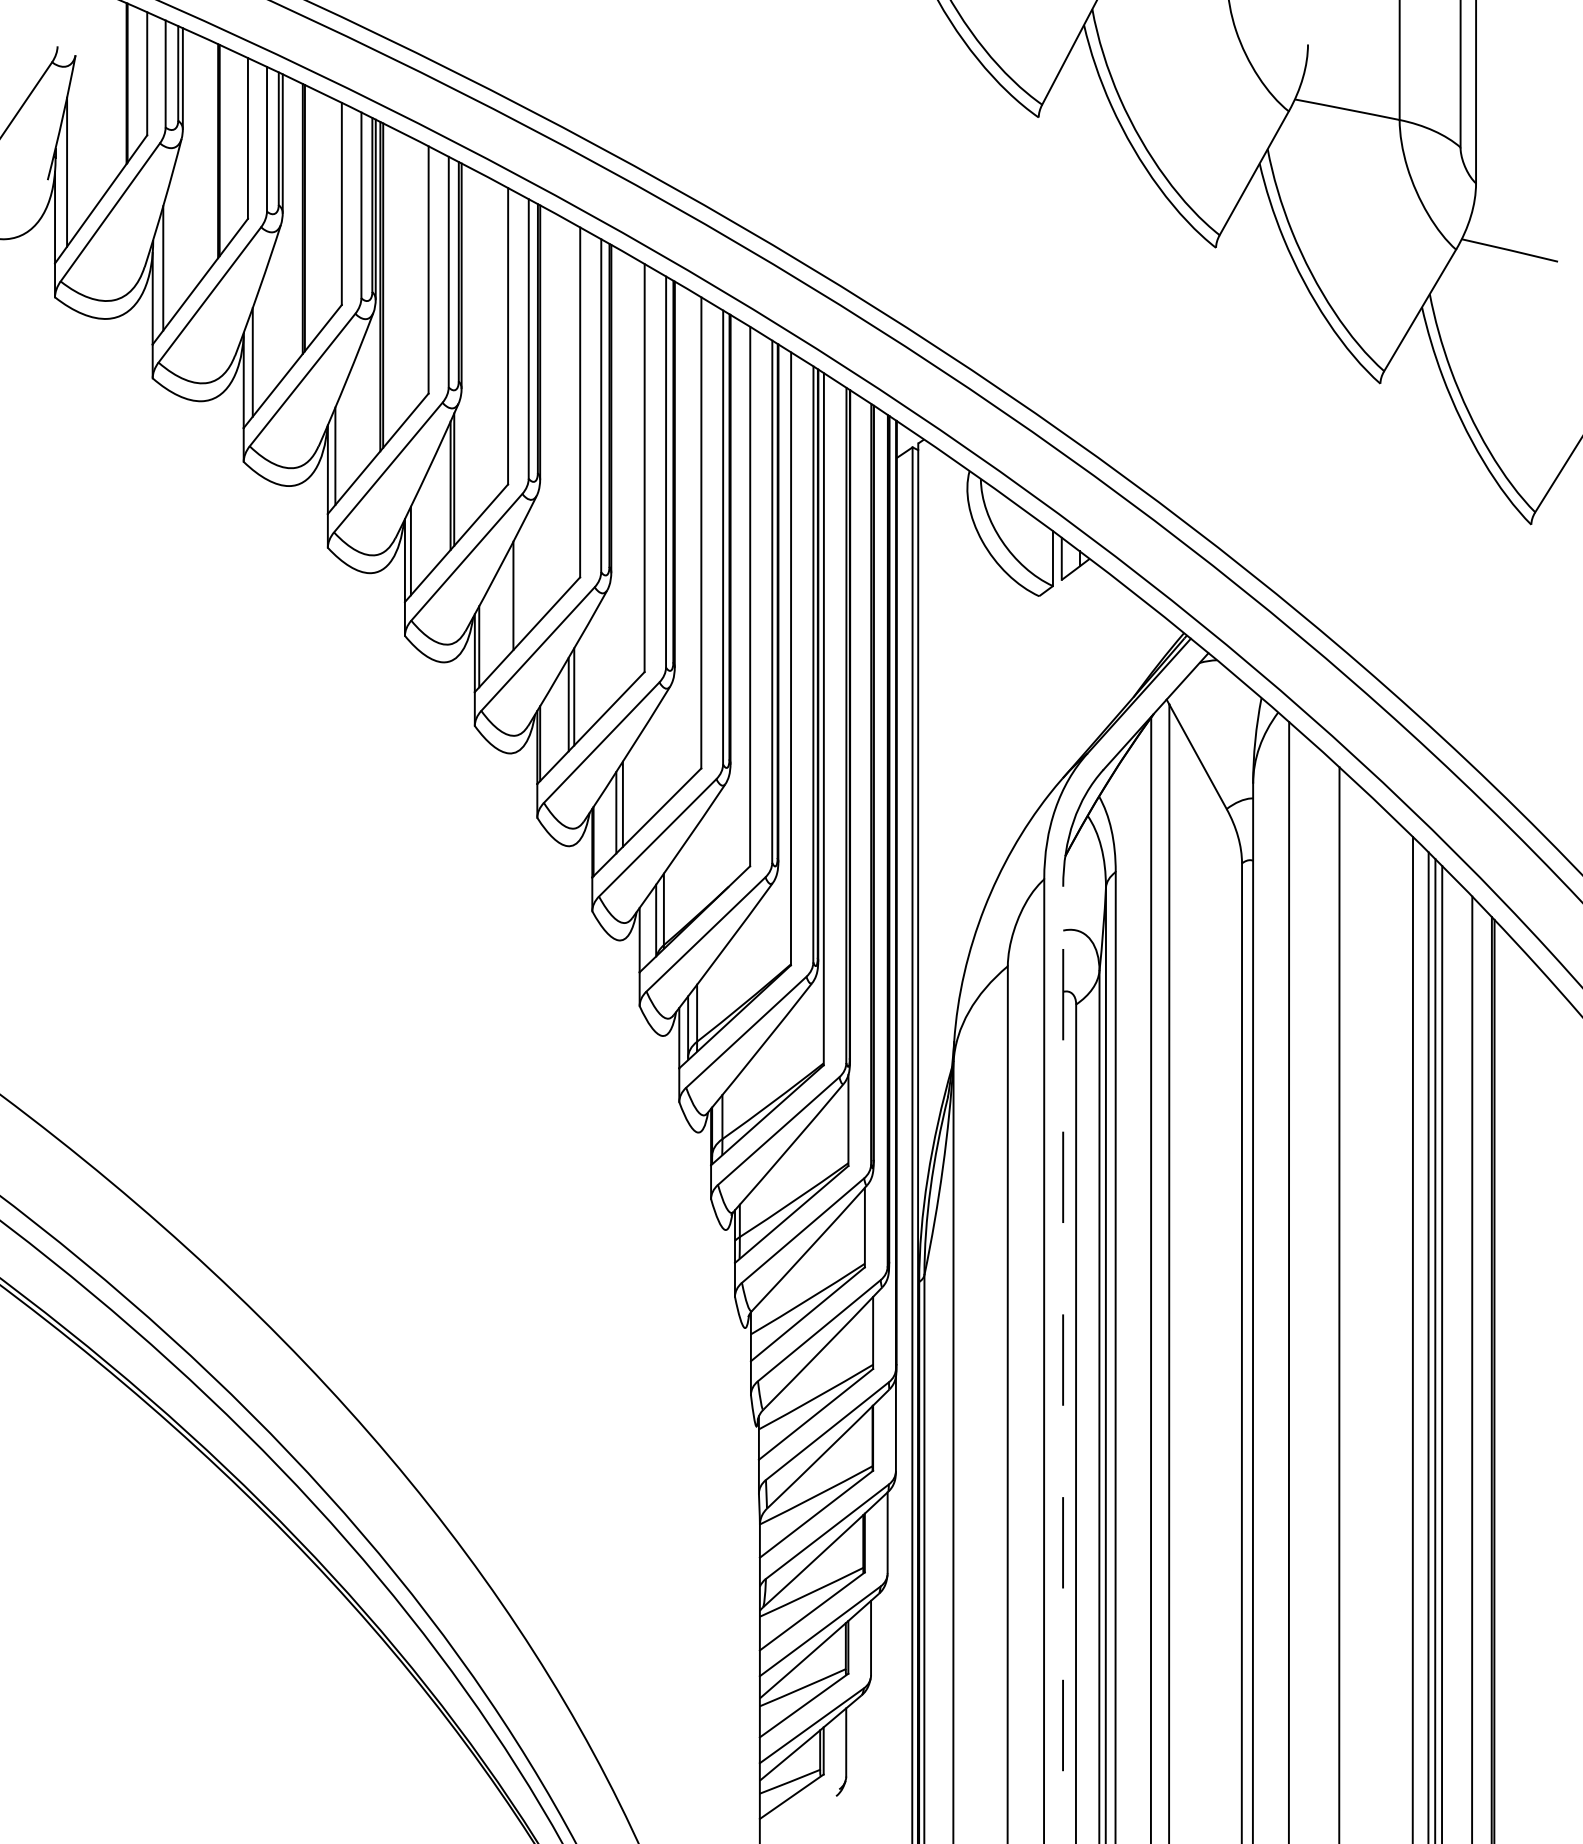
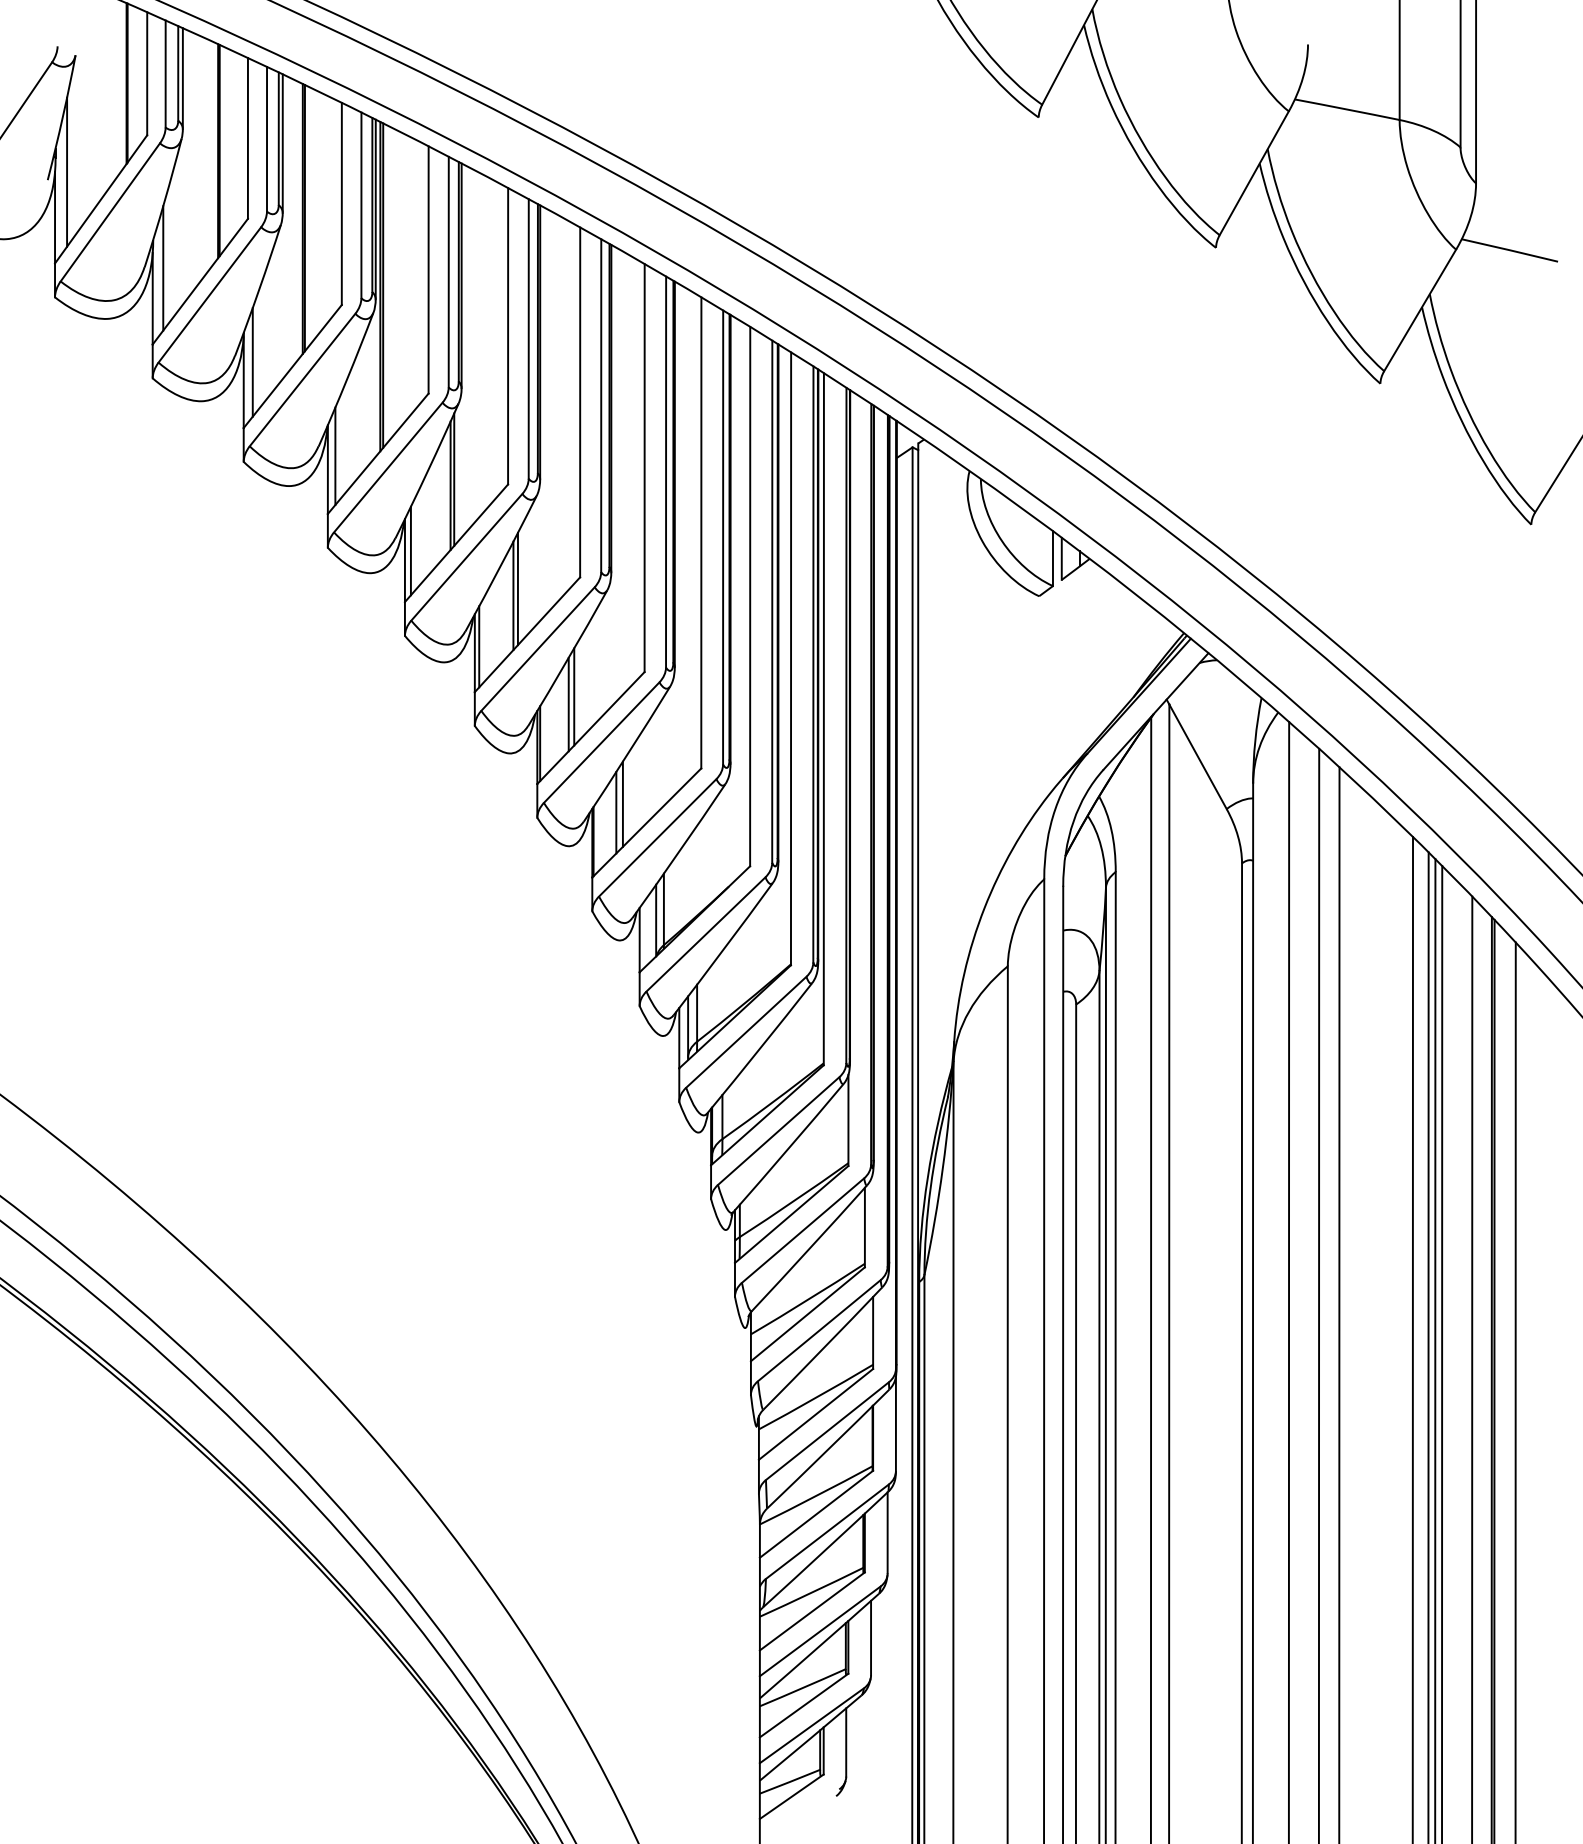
line at (517, 588): none -> present
line at (1318, 1294): none -> present
line at (1063, 1364): dashed -> solid
line at (1515, 1391): none -> present
